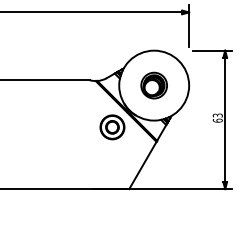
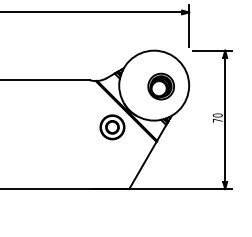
part at (153, 85) position: (153, 85) -> (160, 86)
text at (217, 117): 63 -> 70
